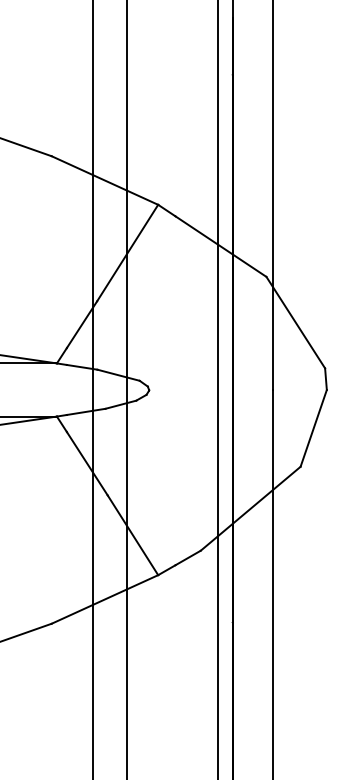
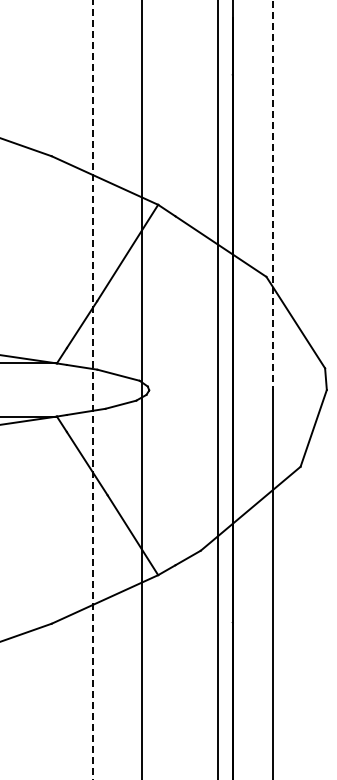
line at (273, 195): solid -> dashed
line at (127, 389) position: (127, 389) -> (142, 389)
line at (92, 390): solid -> dashed
